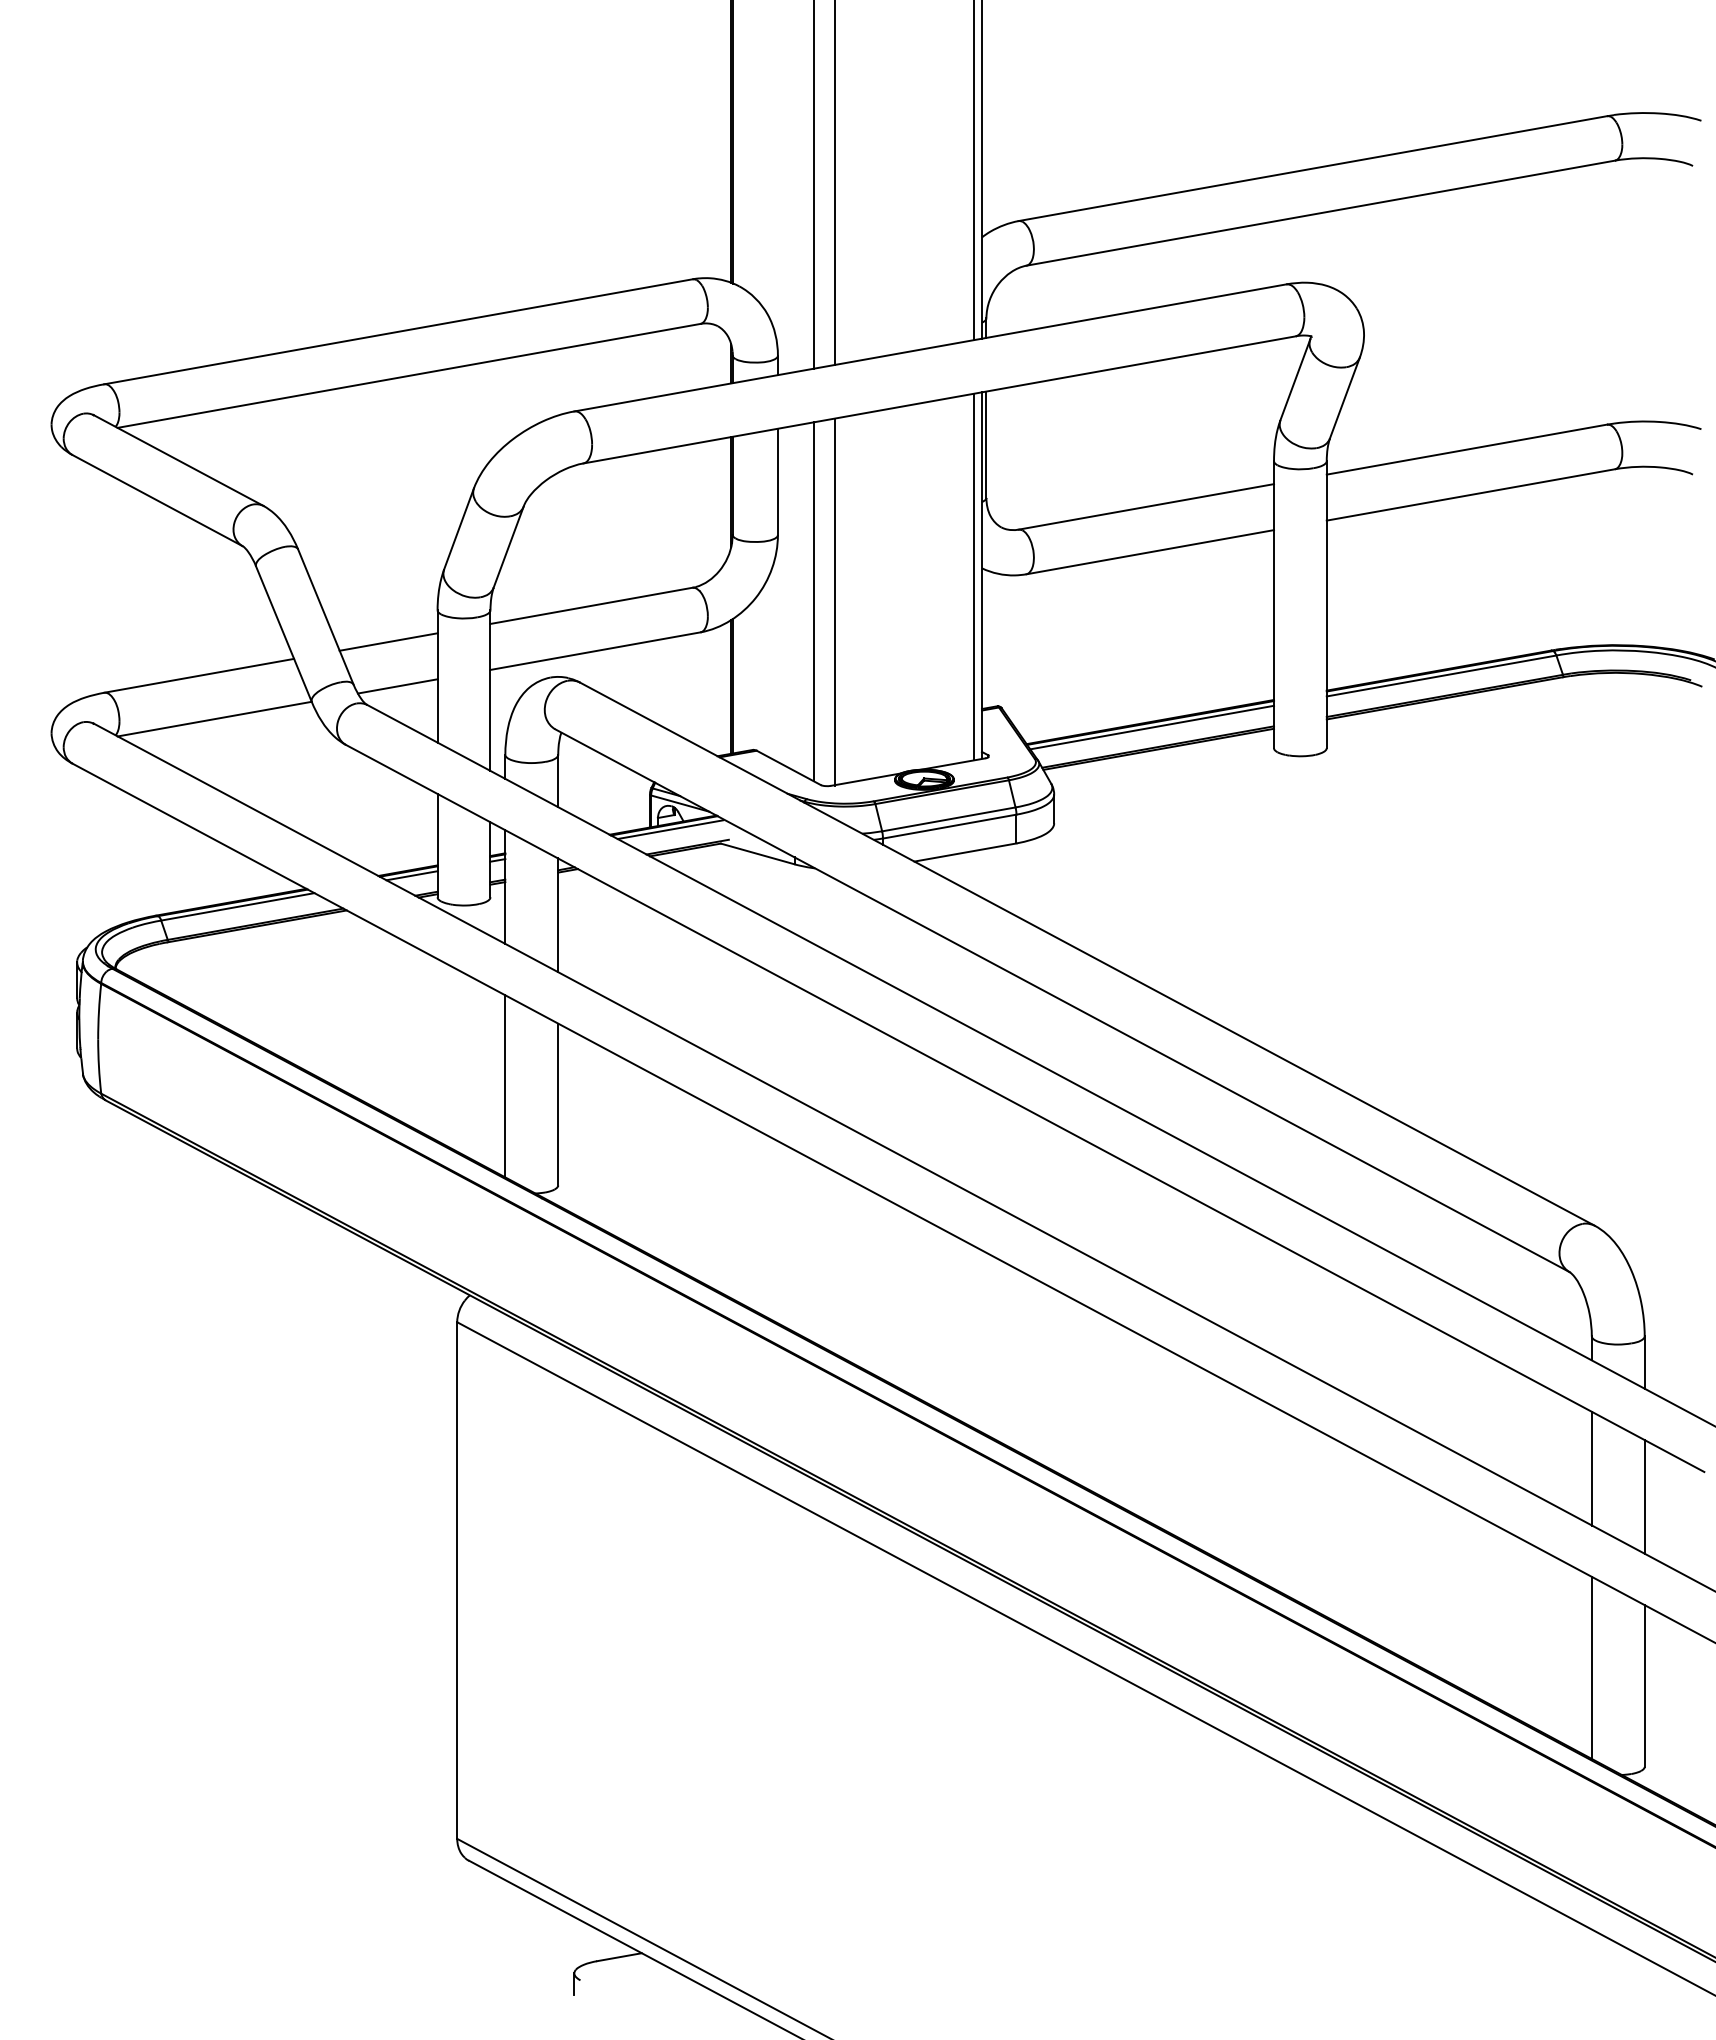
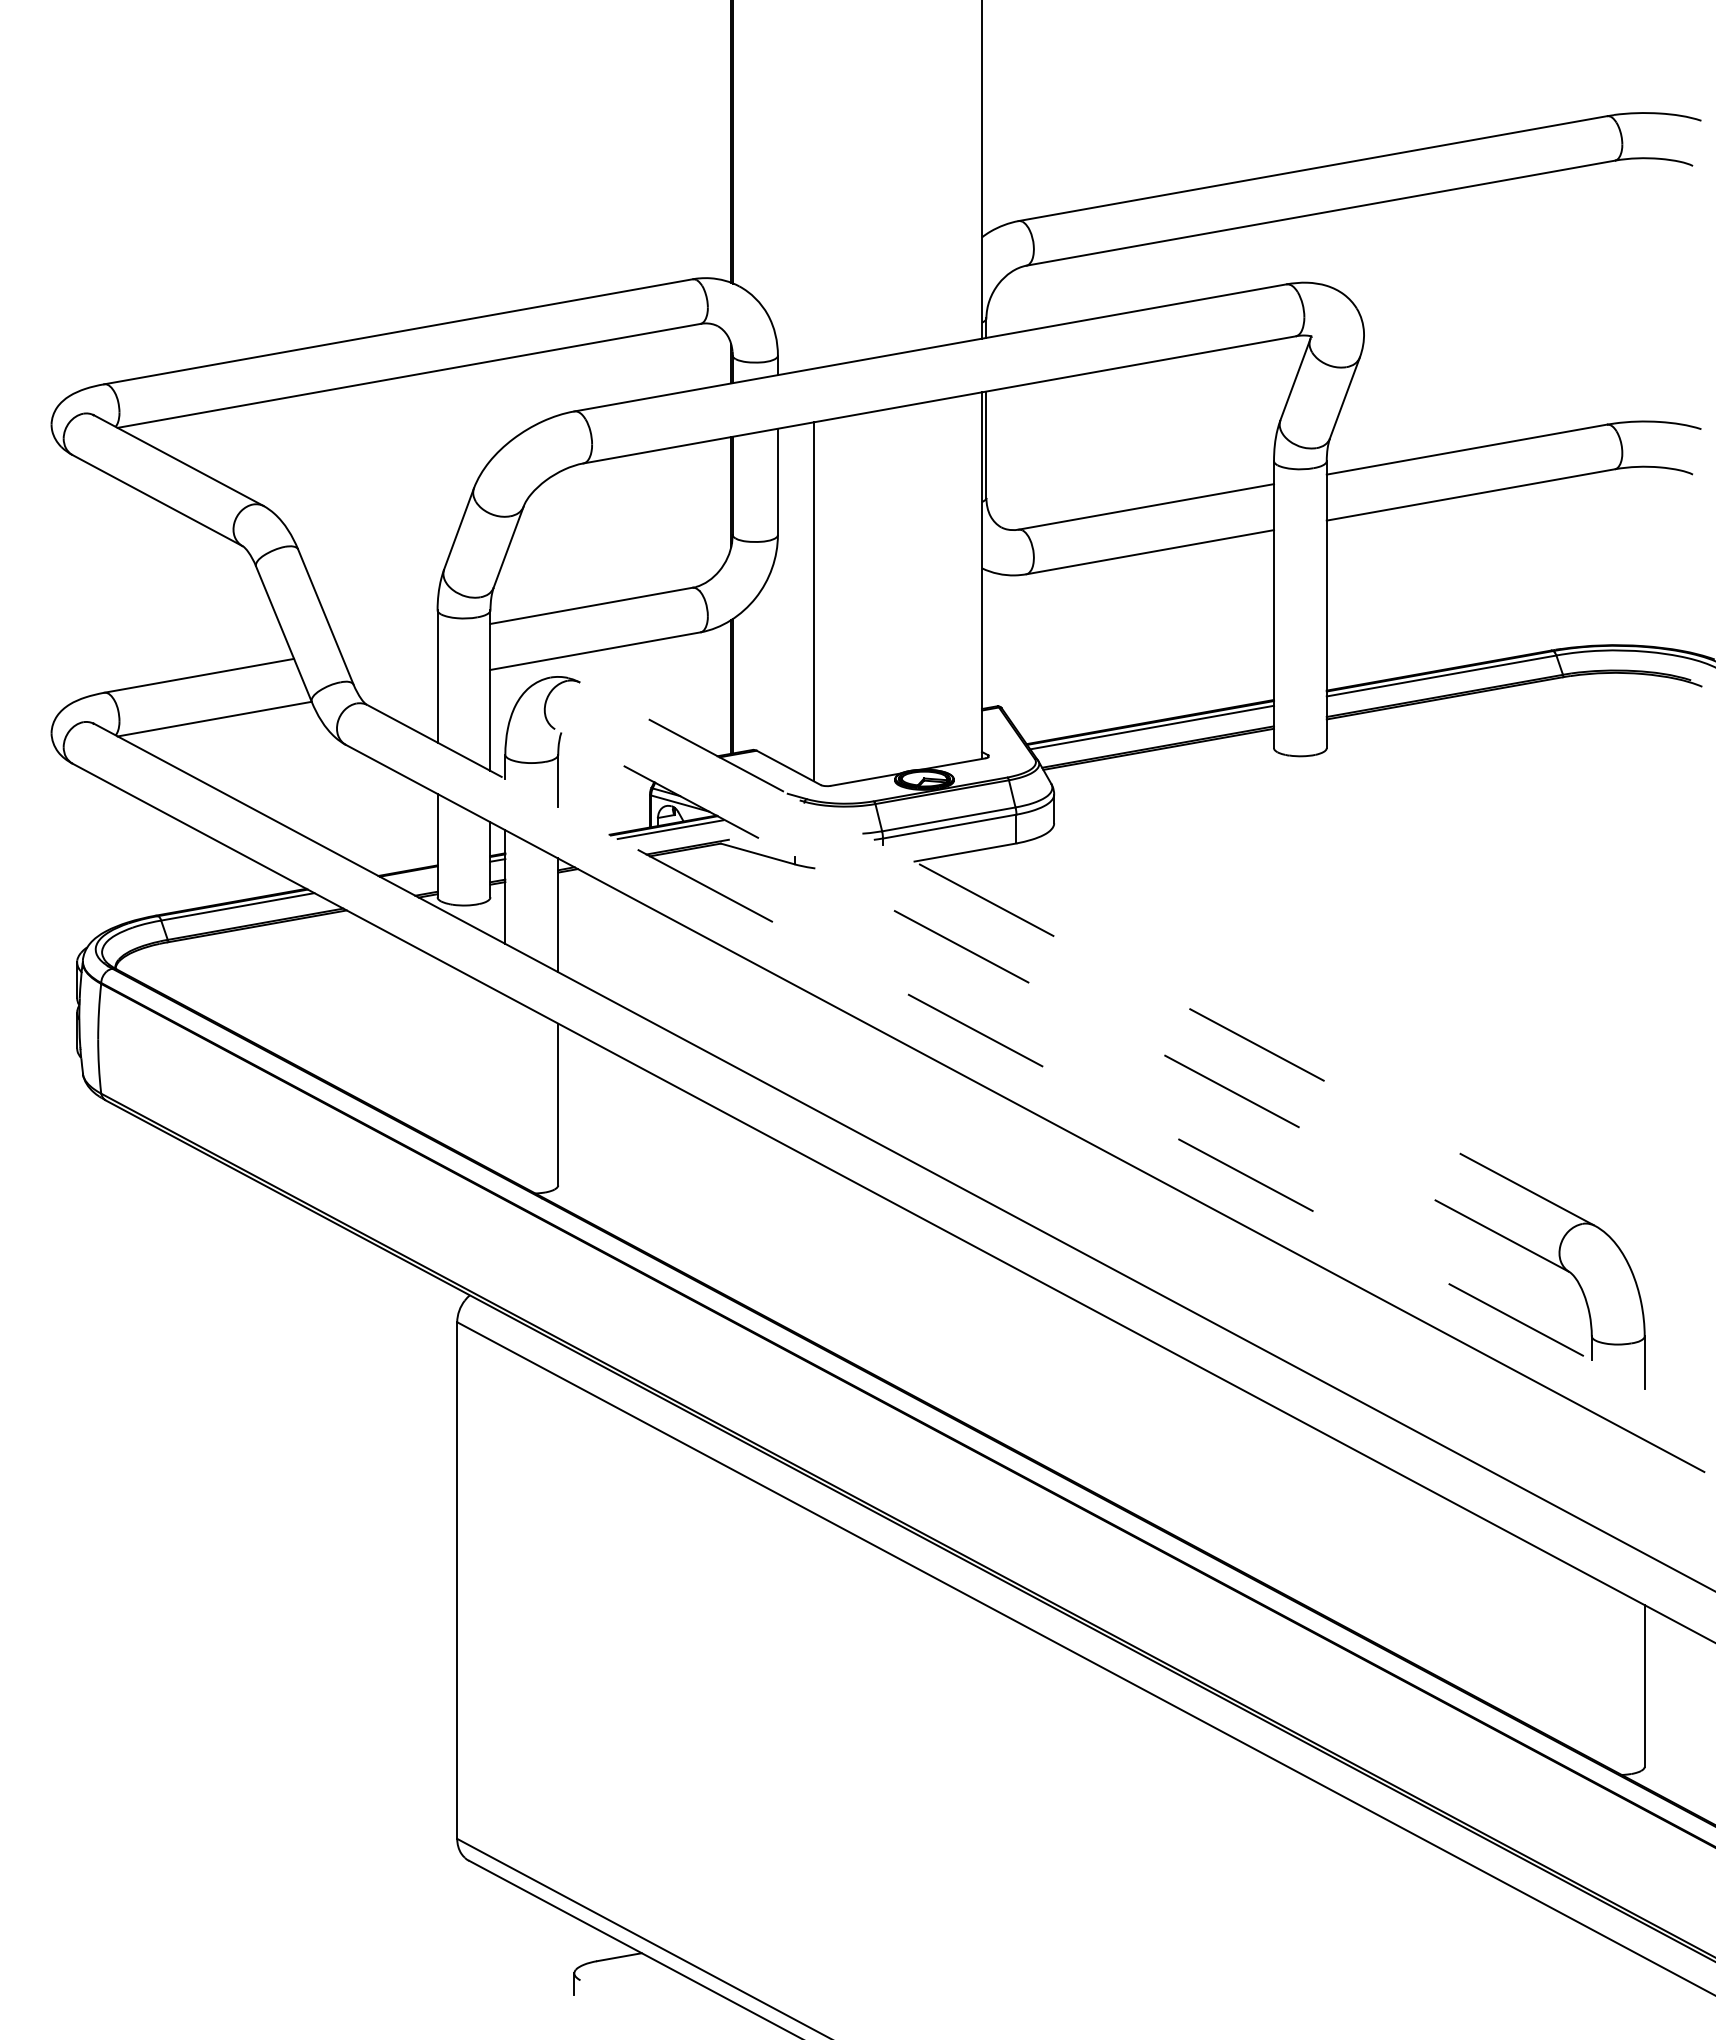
line at (974, 171): present -> none
line at (834, 183): present -> none
line at (813, 185): present -> none
line at (974, 576): present -> none
line at (834, 601): present -> none
line at (388, 641): present -> none
line at (397, 686): present -> none
line at (411, 875): present -> none
line at (1087, 954): solid -> dashed
line at (1062, 1000): solid -> dashed
line at (1041, 1066): solid -> dashed
line at (505, 1086): present -> none
line at (1591, 1468): present -> none
line at (1644, 1496): present -> none
line at (1591, 1667): present -> none
